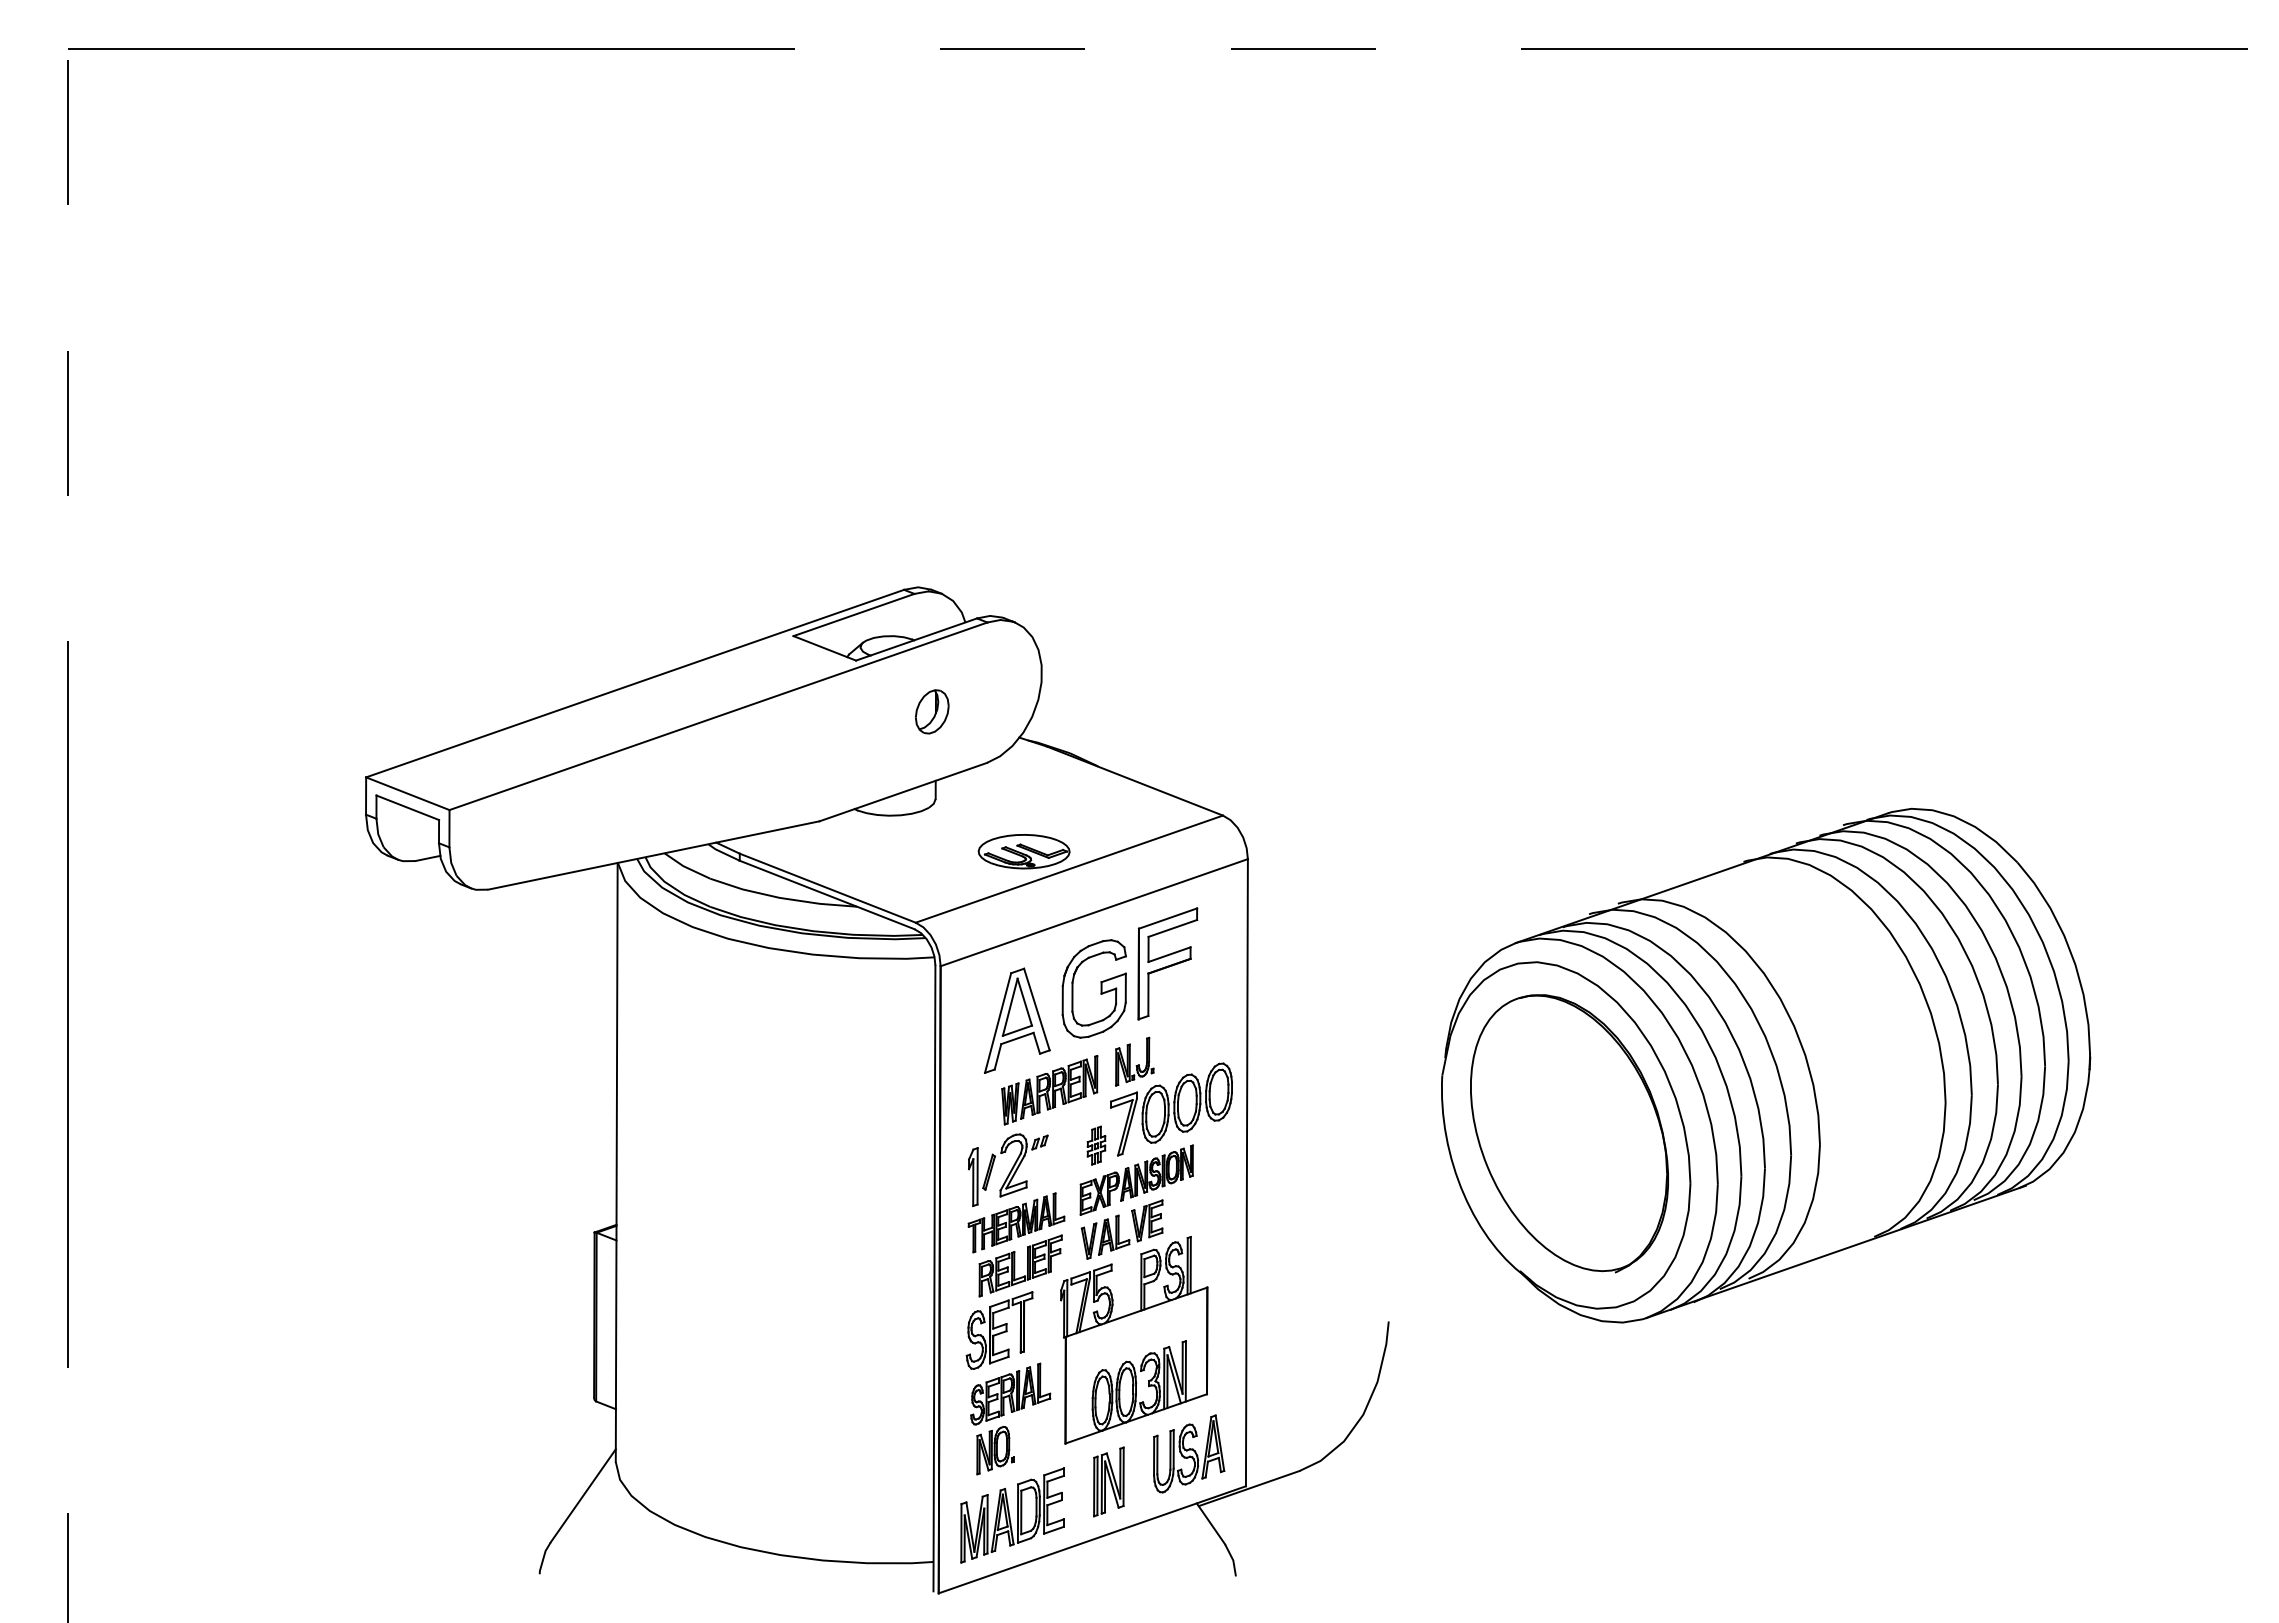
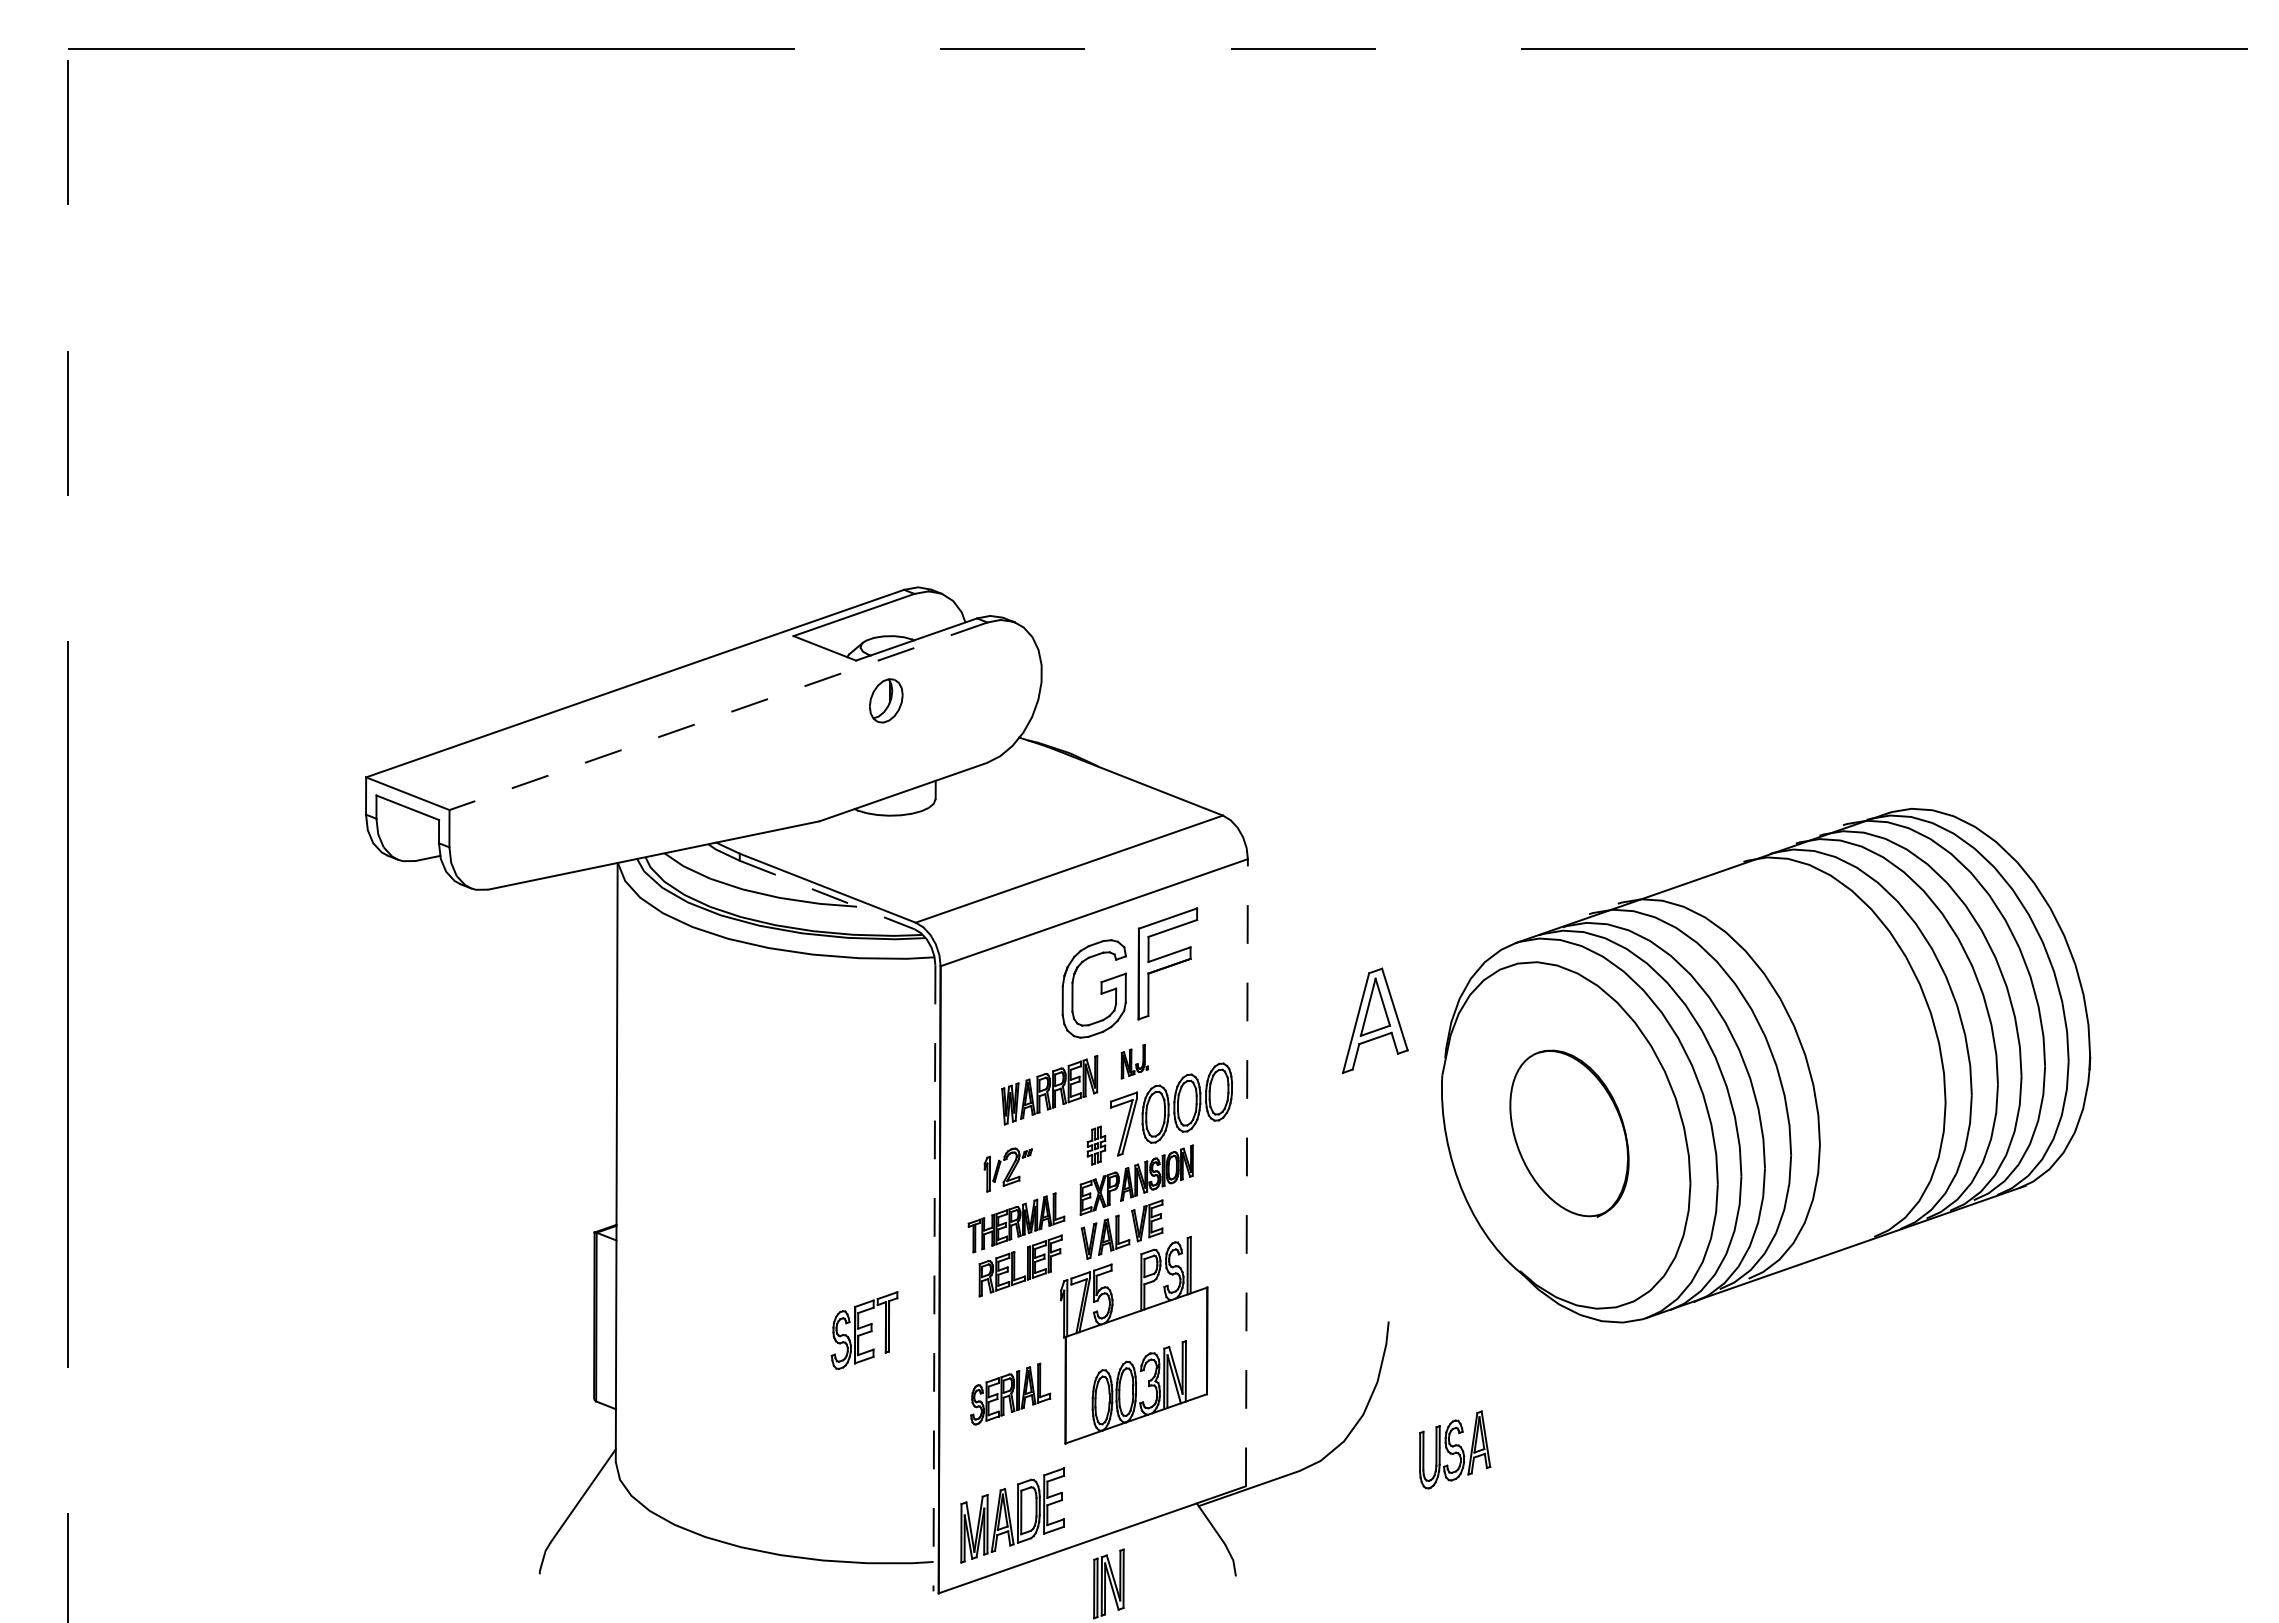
part at (932, 711) position: (932, 711) -> (886, 700)
line at (718, 716): solid -> dashed
part at (1023, 851): present -> none
line at (827, 895): solid -> dashed
part at (1017, 1020) position: (1017, 1020) -> (1375, 1020)
part at (1134, 1061) size: 40x51 px -> 29x36 px
part at (1569, 1133) size: 199x280 px -> 121x169 px
part at (1008, 1169) size: 81x74 px -> 50x46 px
line at (1246, 1172): solid -> dashed
line at (934, 1278): solid -> dashed
part at (999, 1330) position: (999, 1330) -> (864, 1330)
part at (995, 1450): present -> none
part at (1189, 1453) position: (1189, 1453) -> (1455, 1449)
part at (1108, 1481) position: (1108, 1481) -> (1108, 1583)
